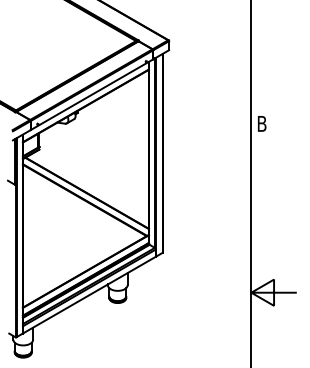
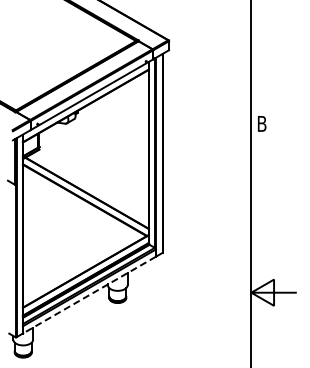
line at (89, 295): solid -> dashed
